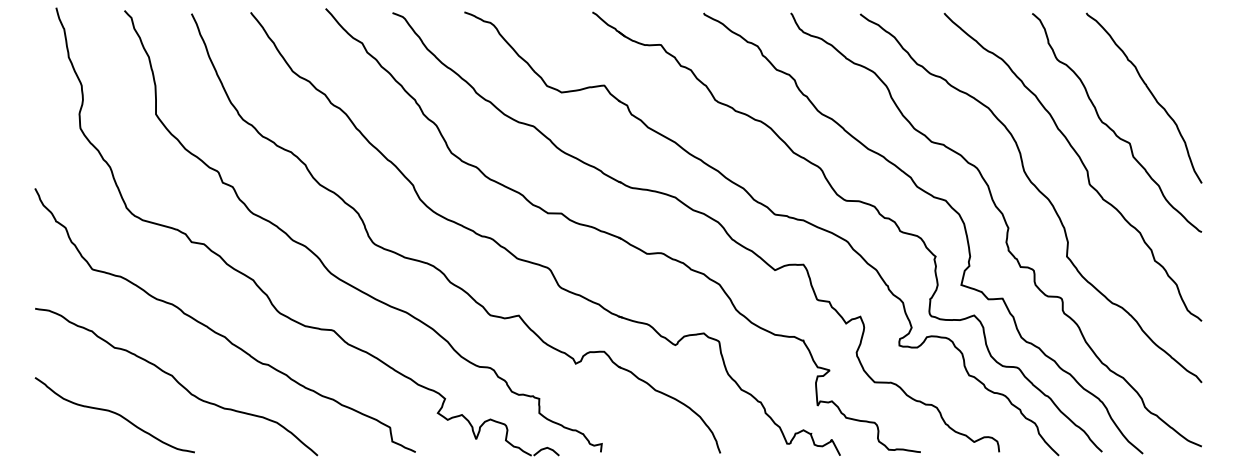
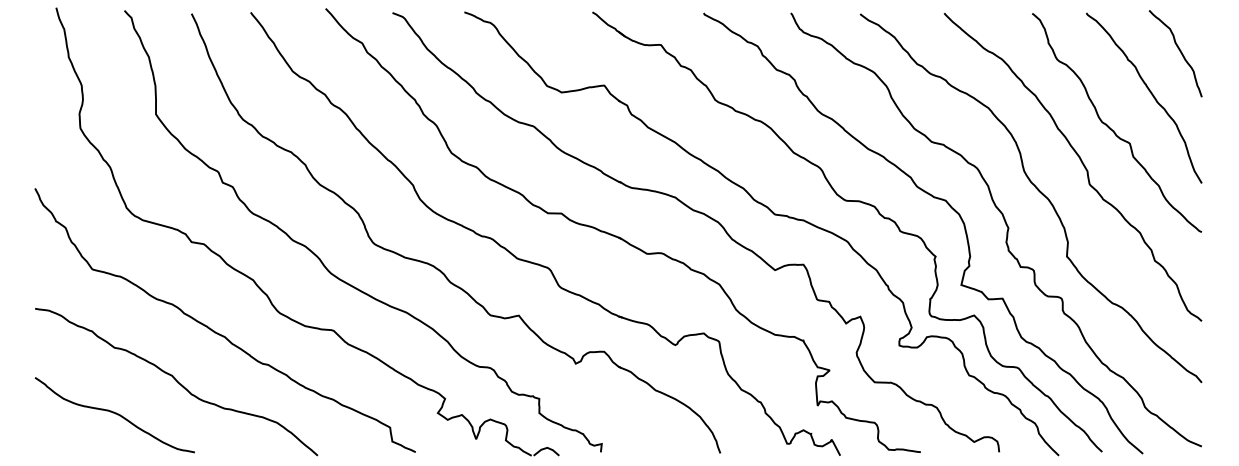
curve at (1179, 51): none -> present
